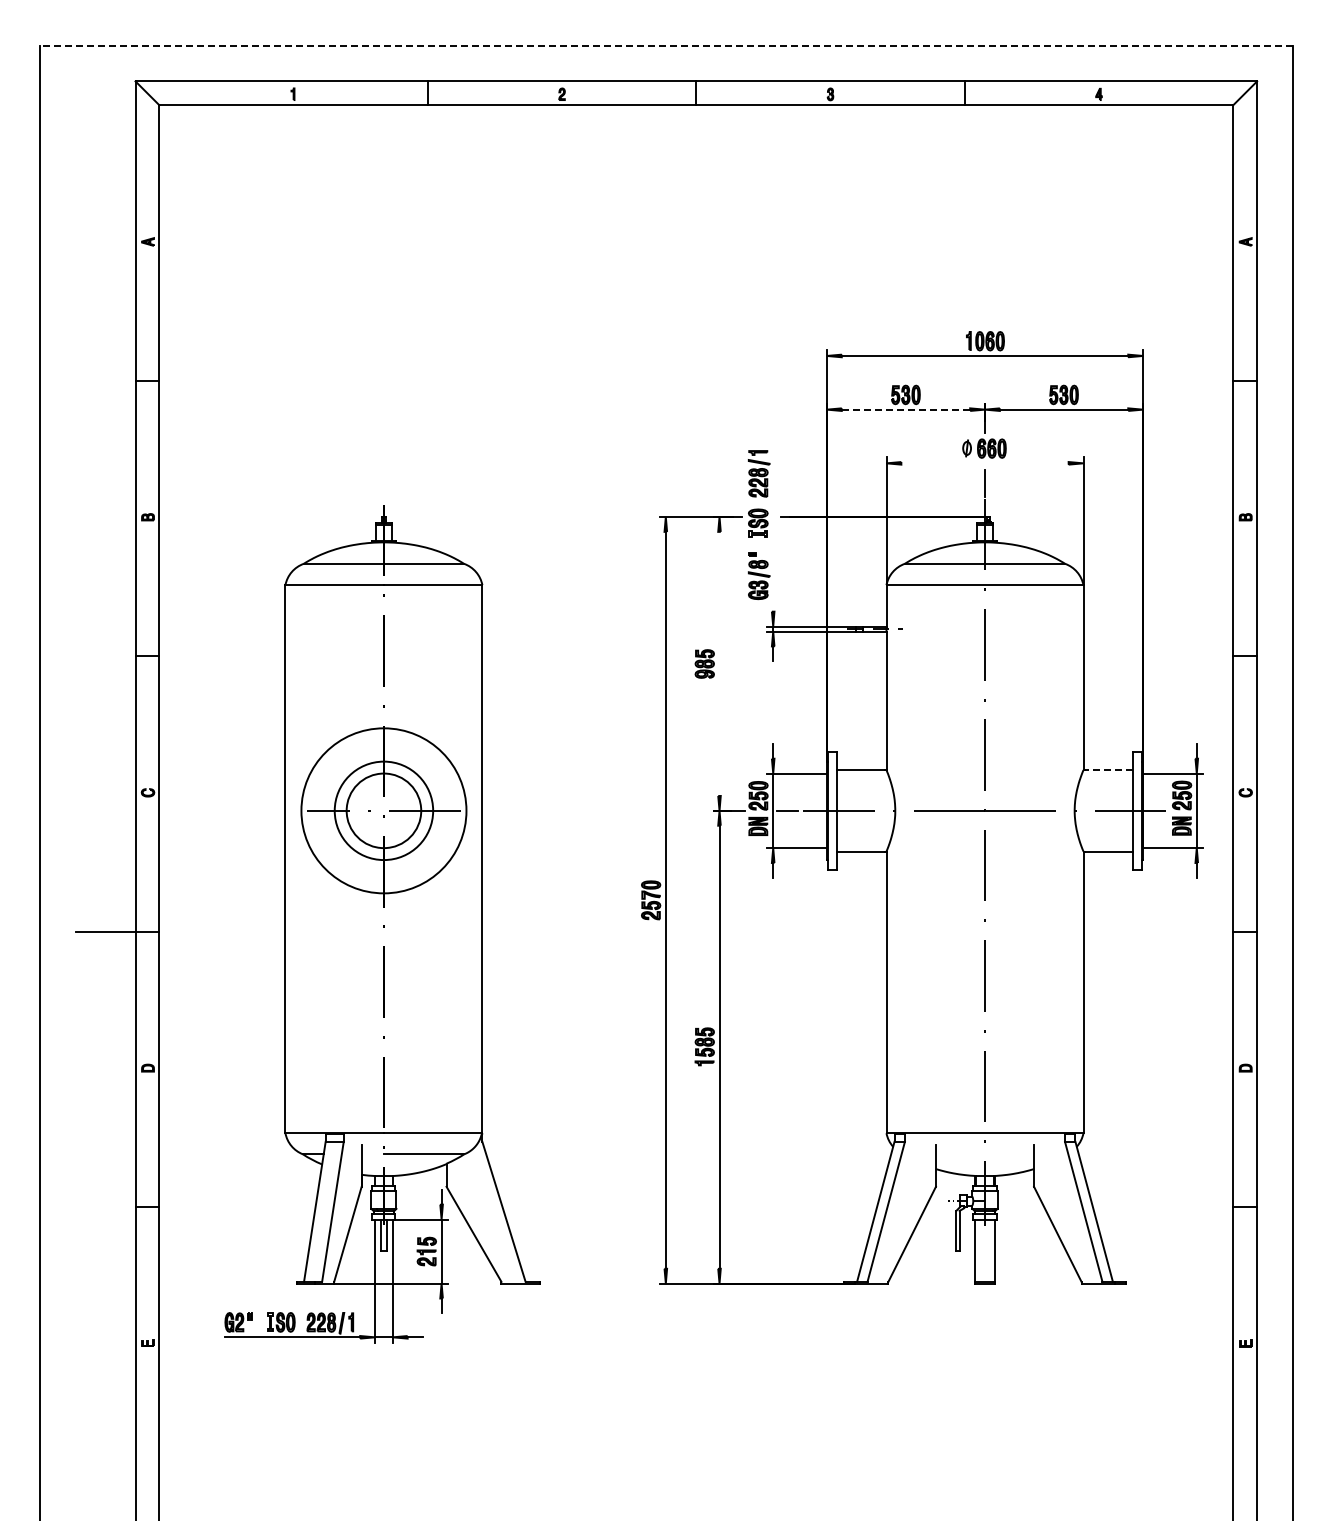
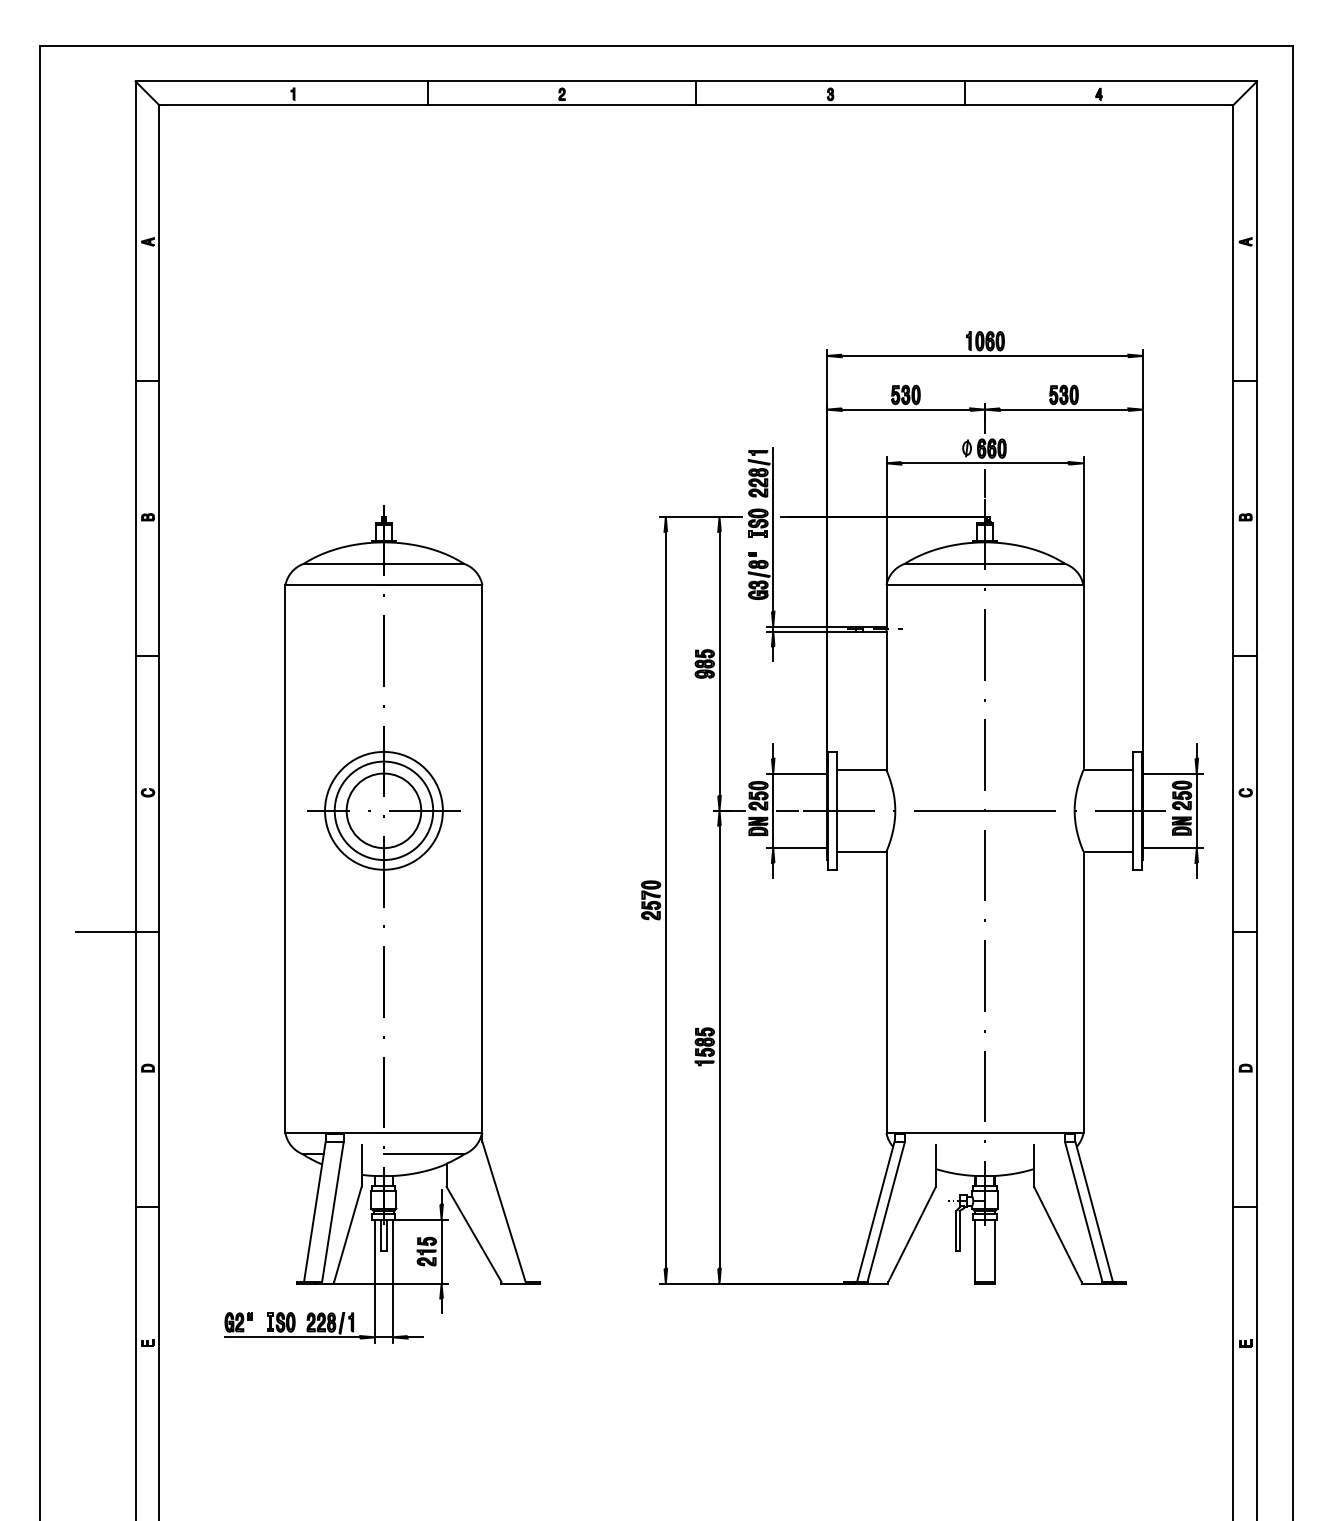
line at (666, 45): dashed -> solid
line at (906, 409): dashed -> solid
line at (984, 463): none -> present
line at (773, 529): none -> present
line at (719, 663): none -> present
line at (1108, 770): dashed -> solid
circle at (383, 810) diameter: 165 px -> 118 px
